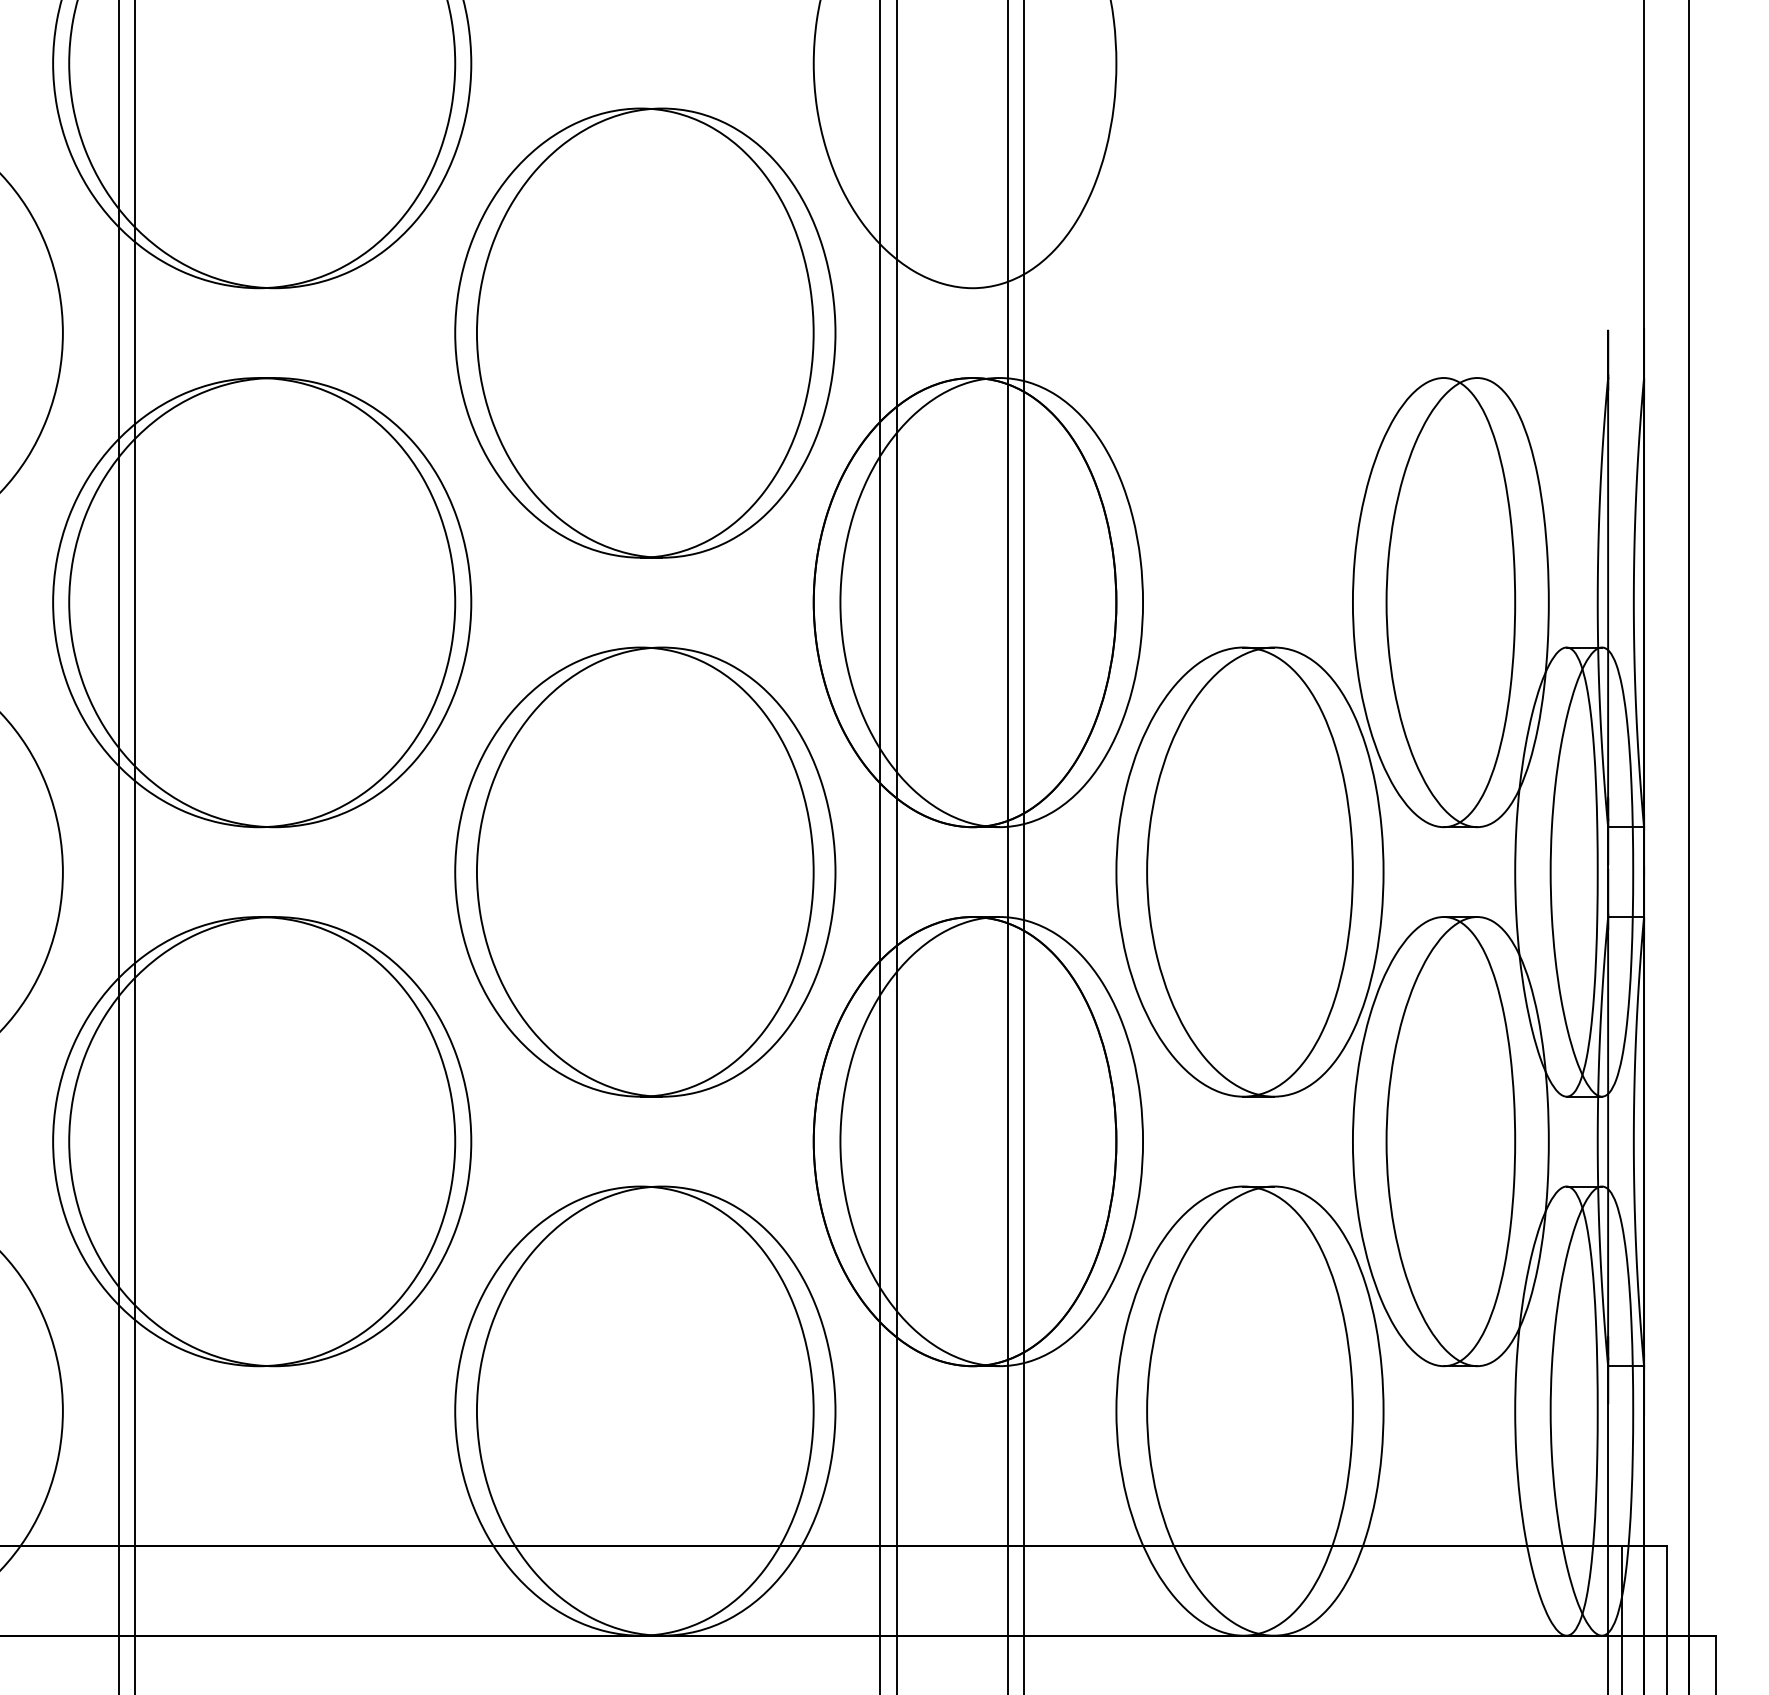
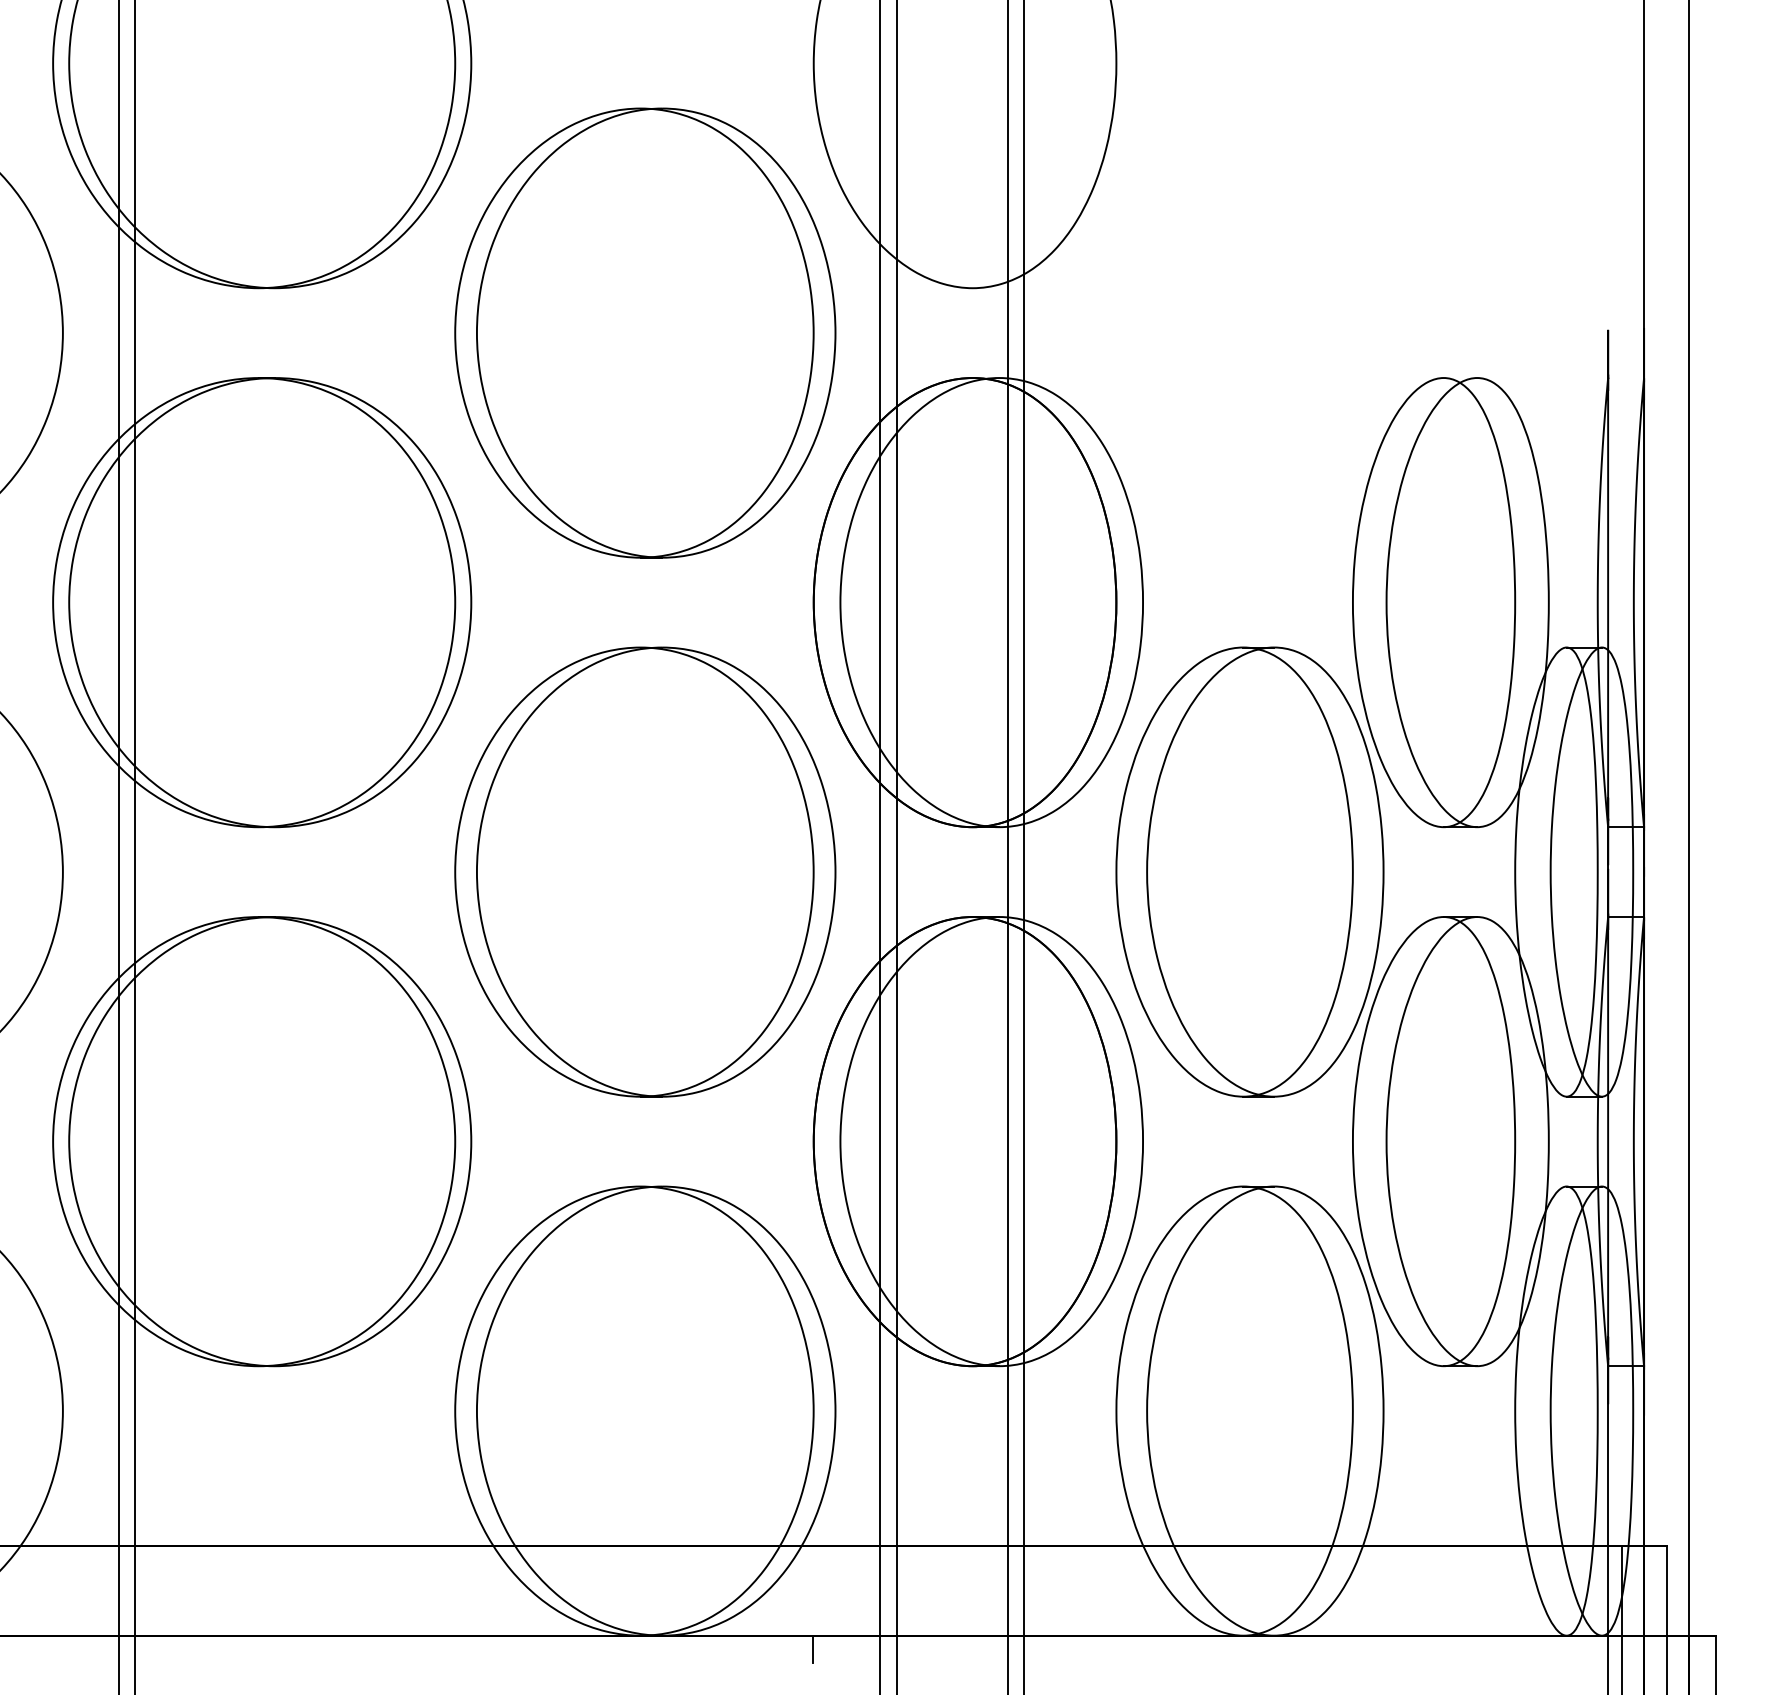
line at (813, 1648): none -> present
